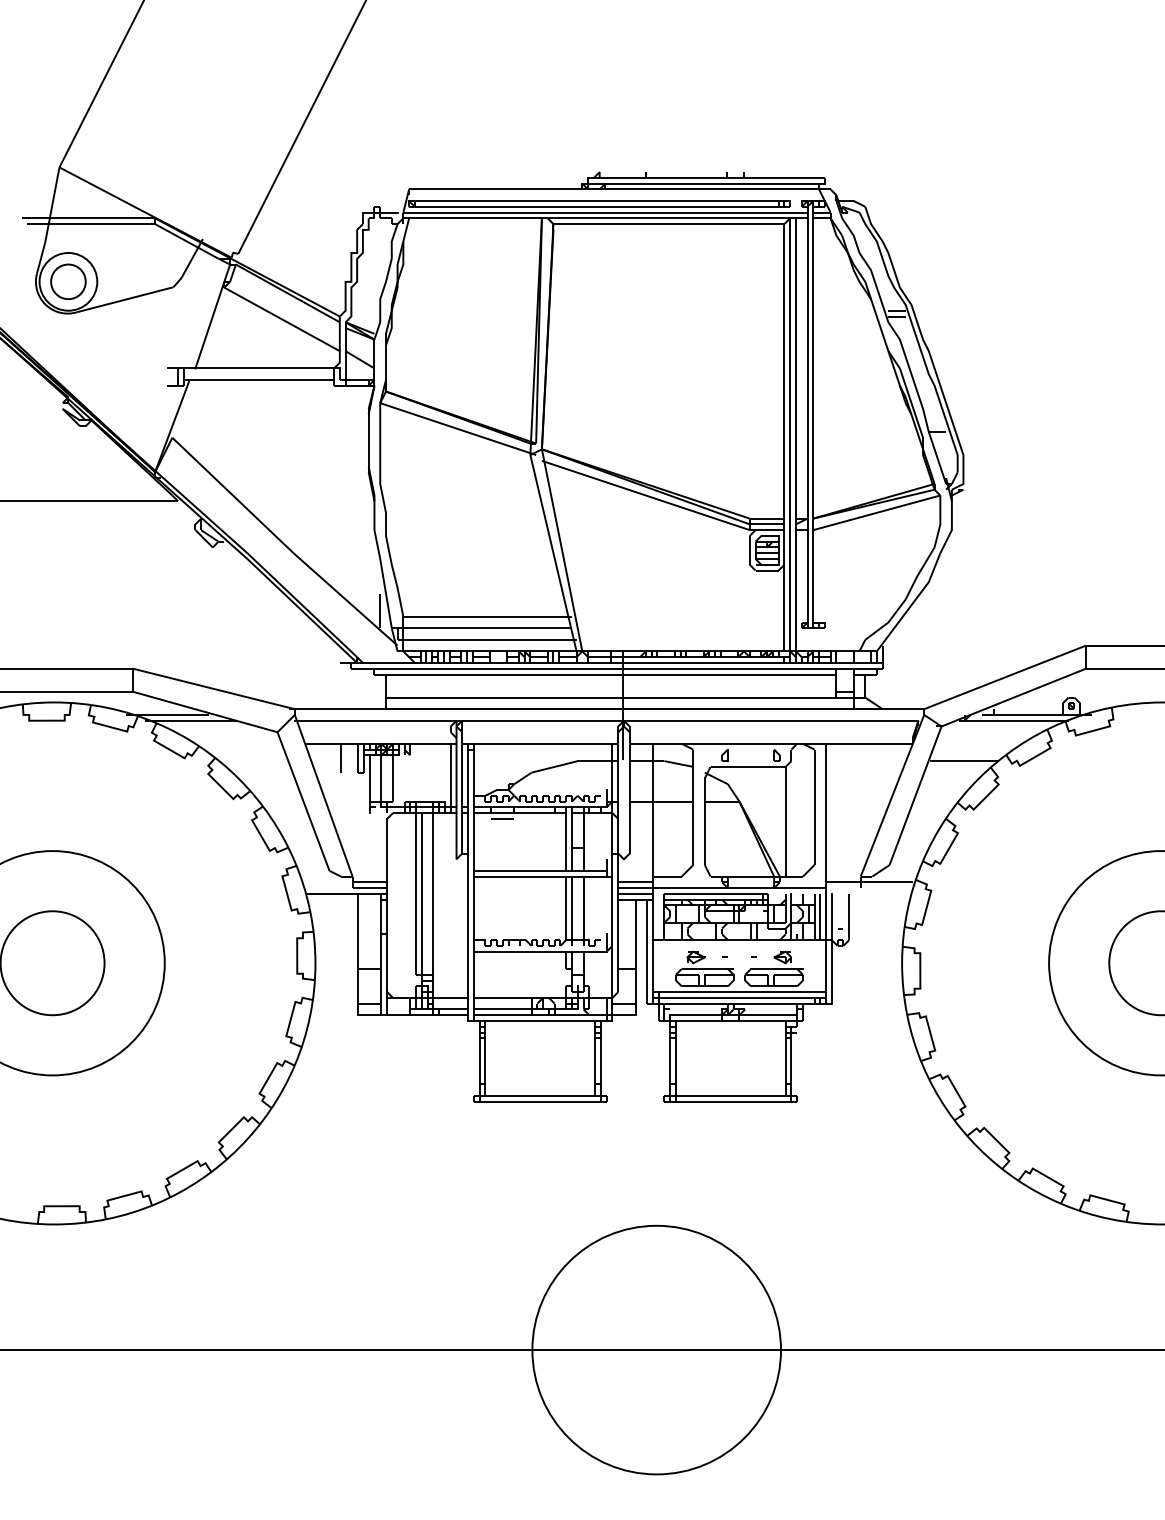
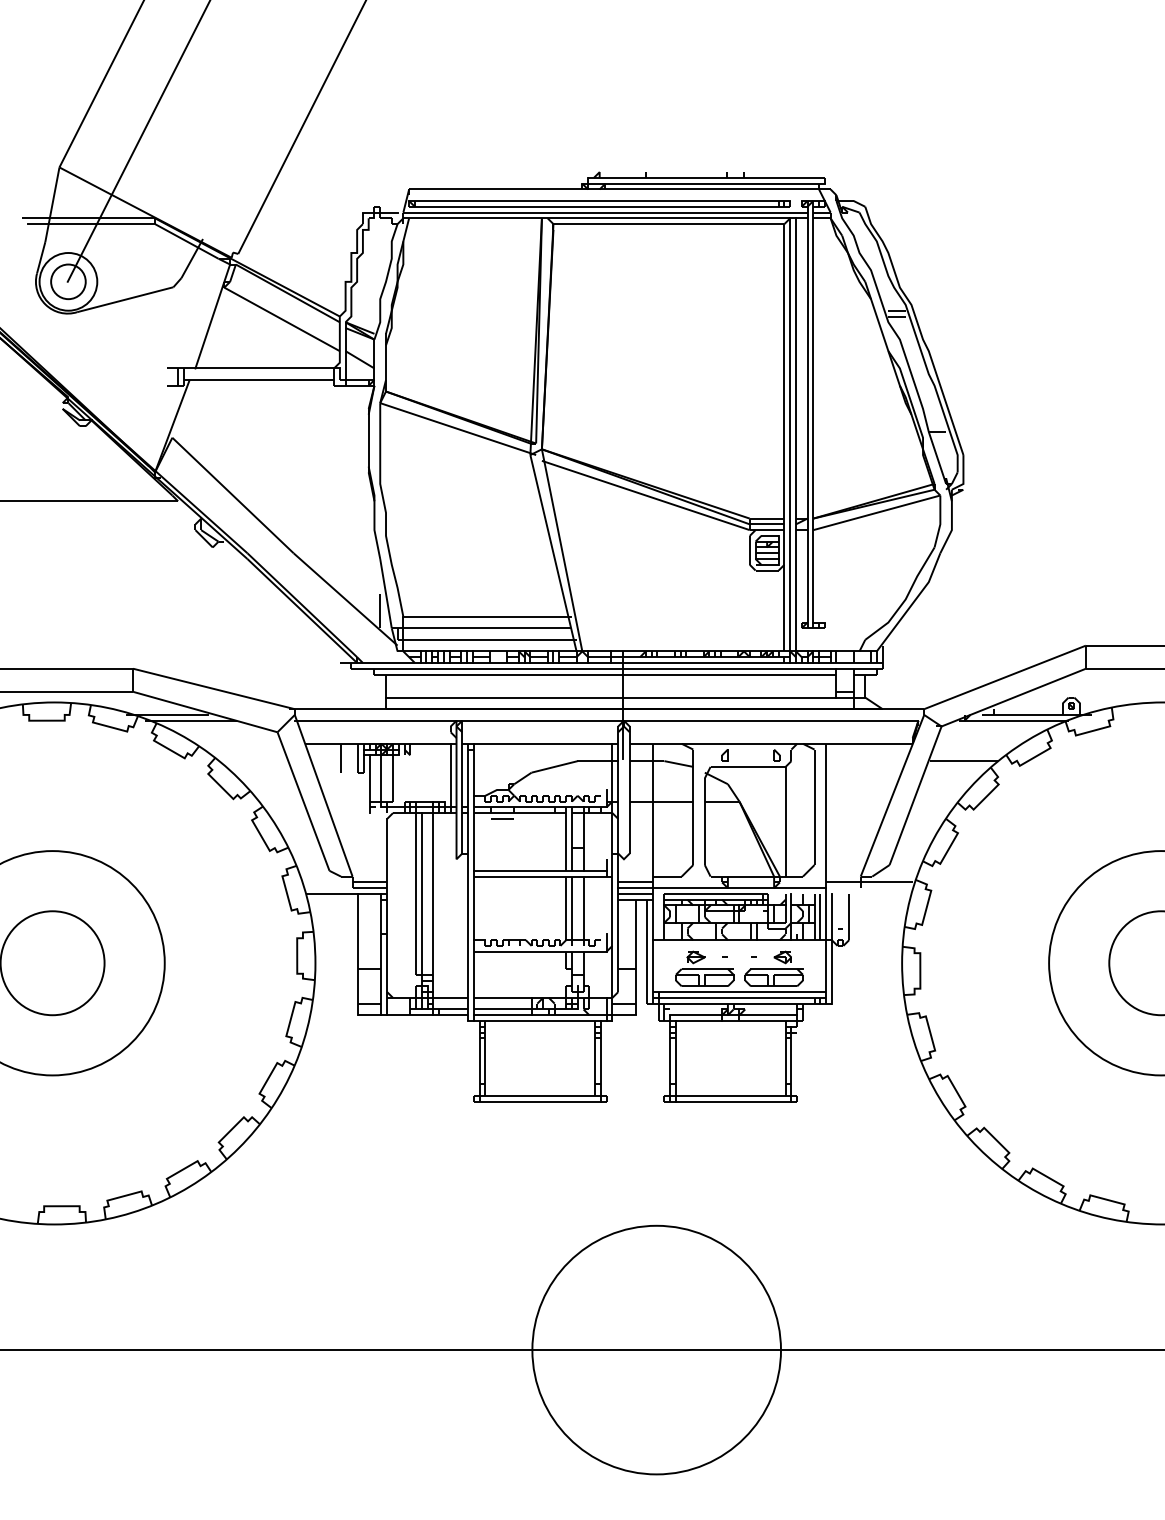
line at (138, 141): none -> present
